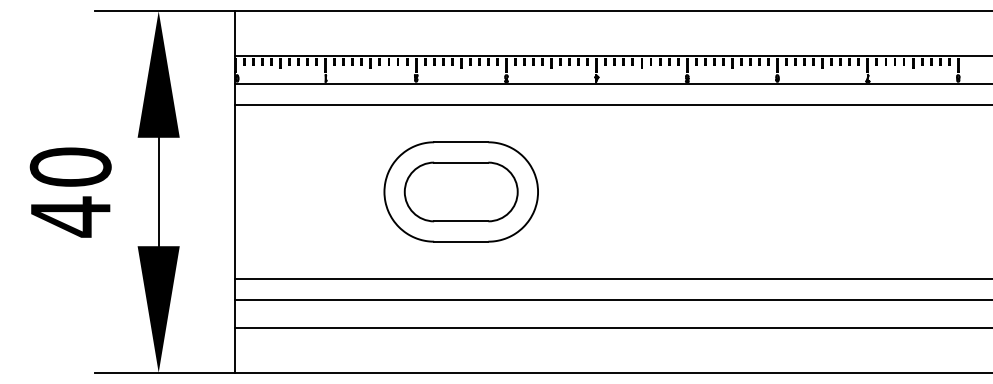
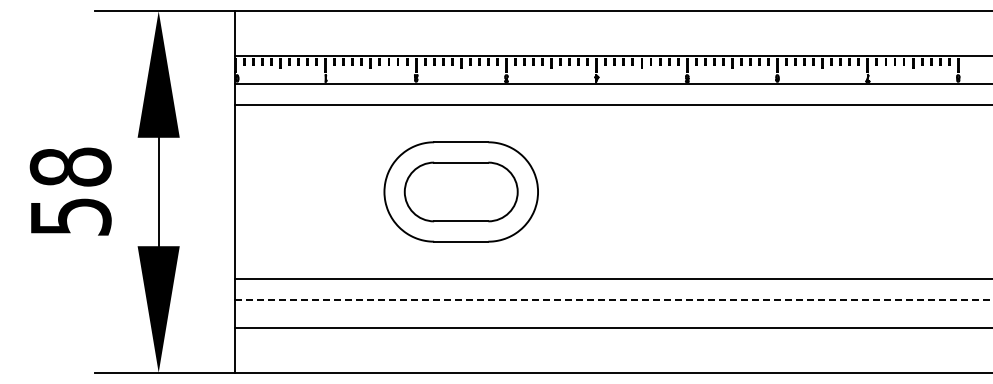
text at (70, 192): 40 -> 58
line at (614, 300): solid -> dashed
